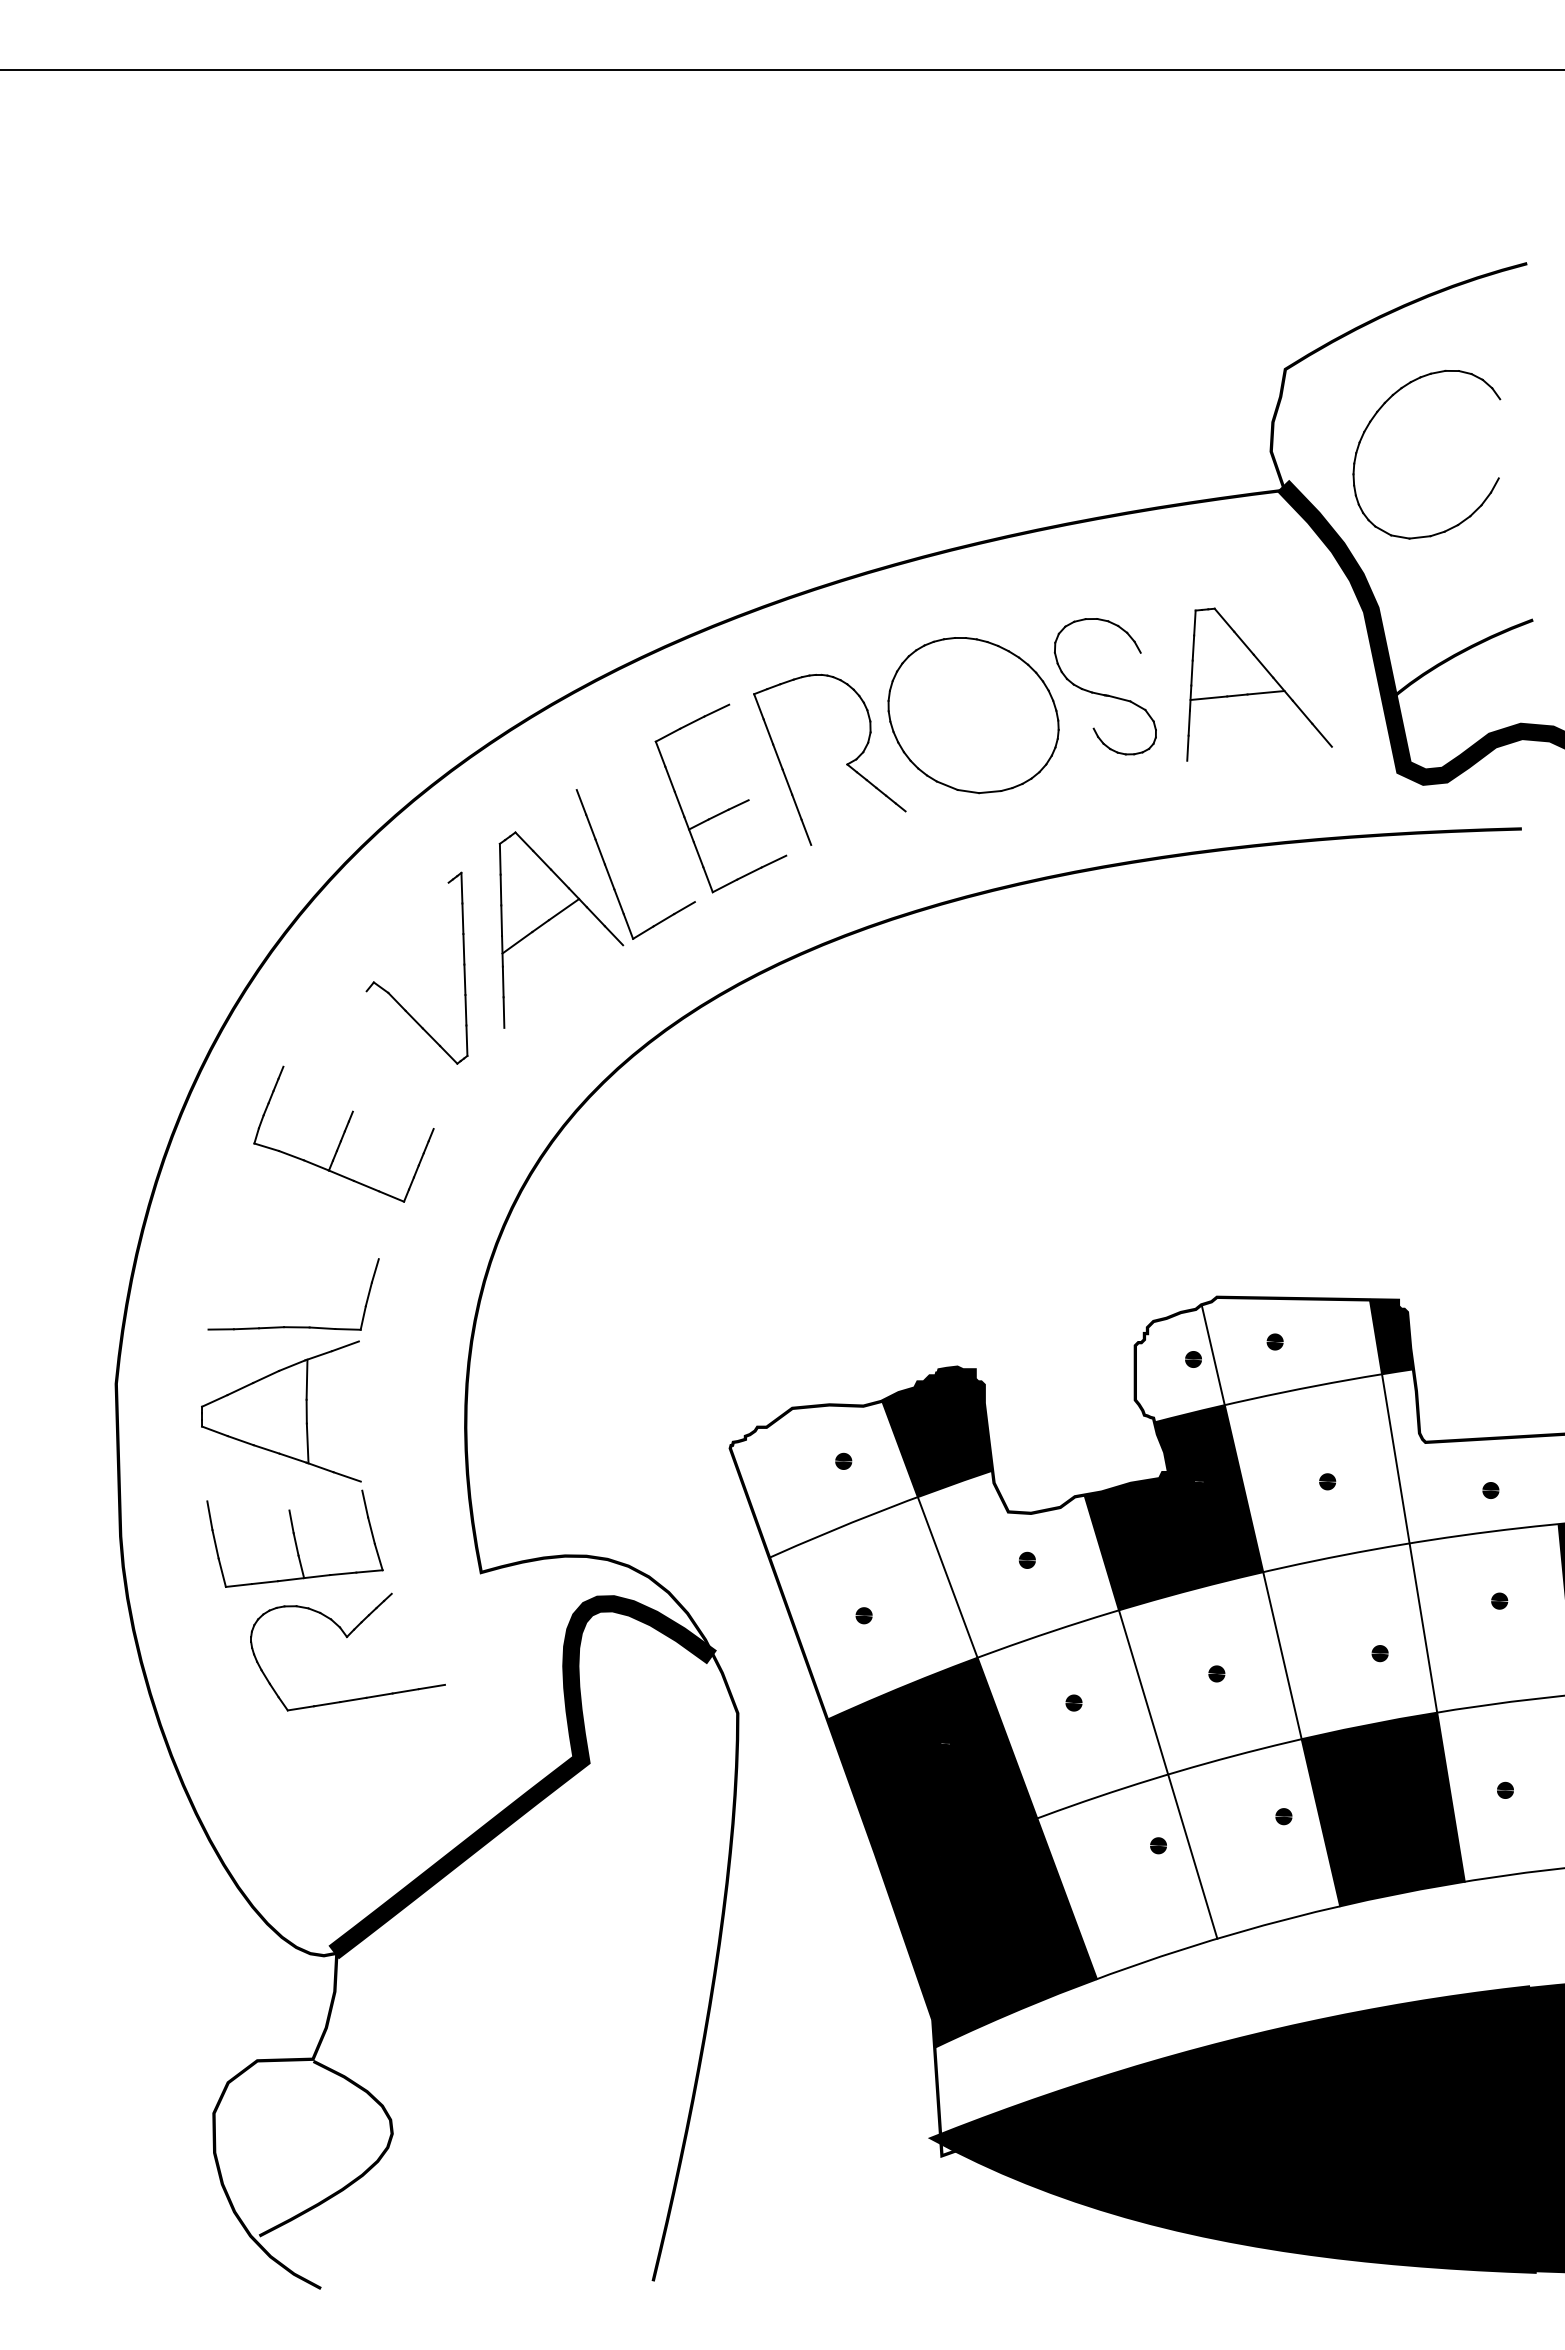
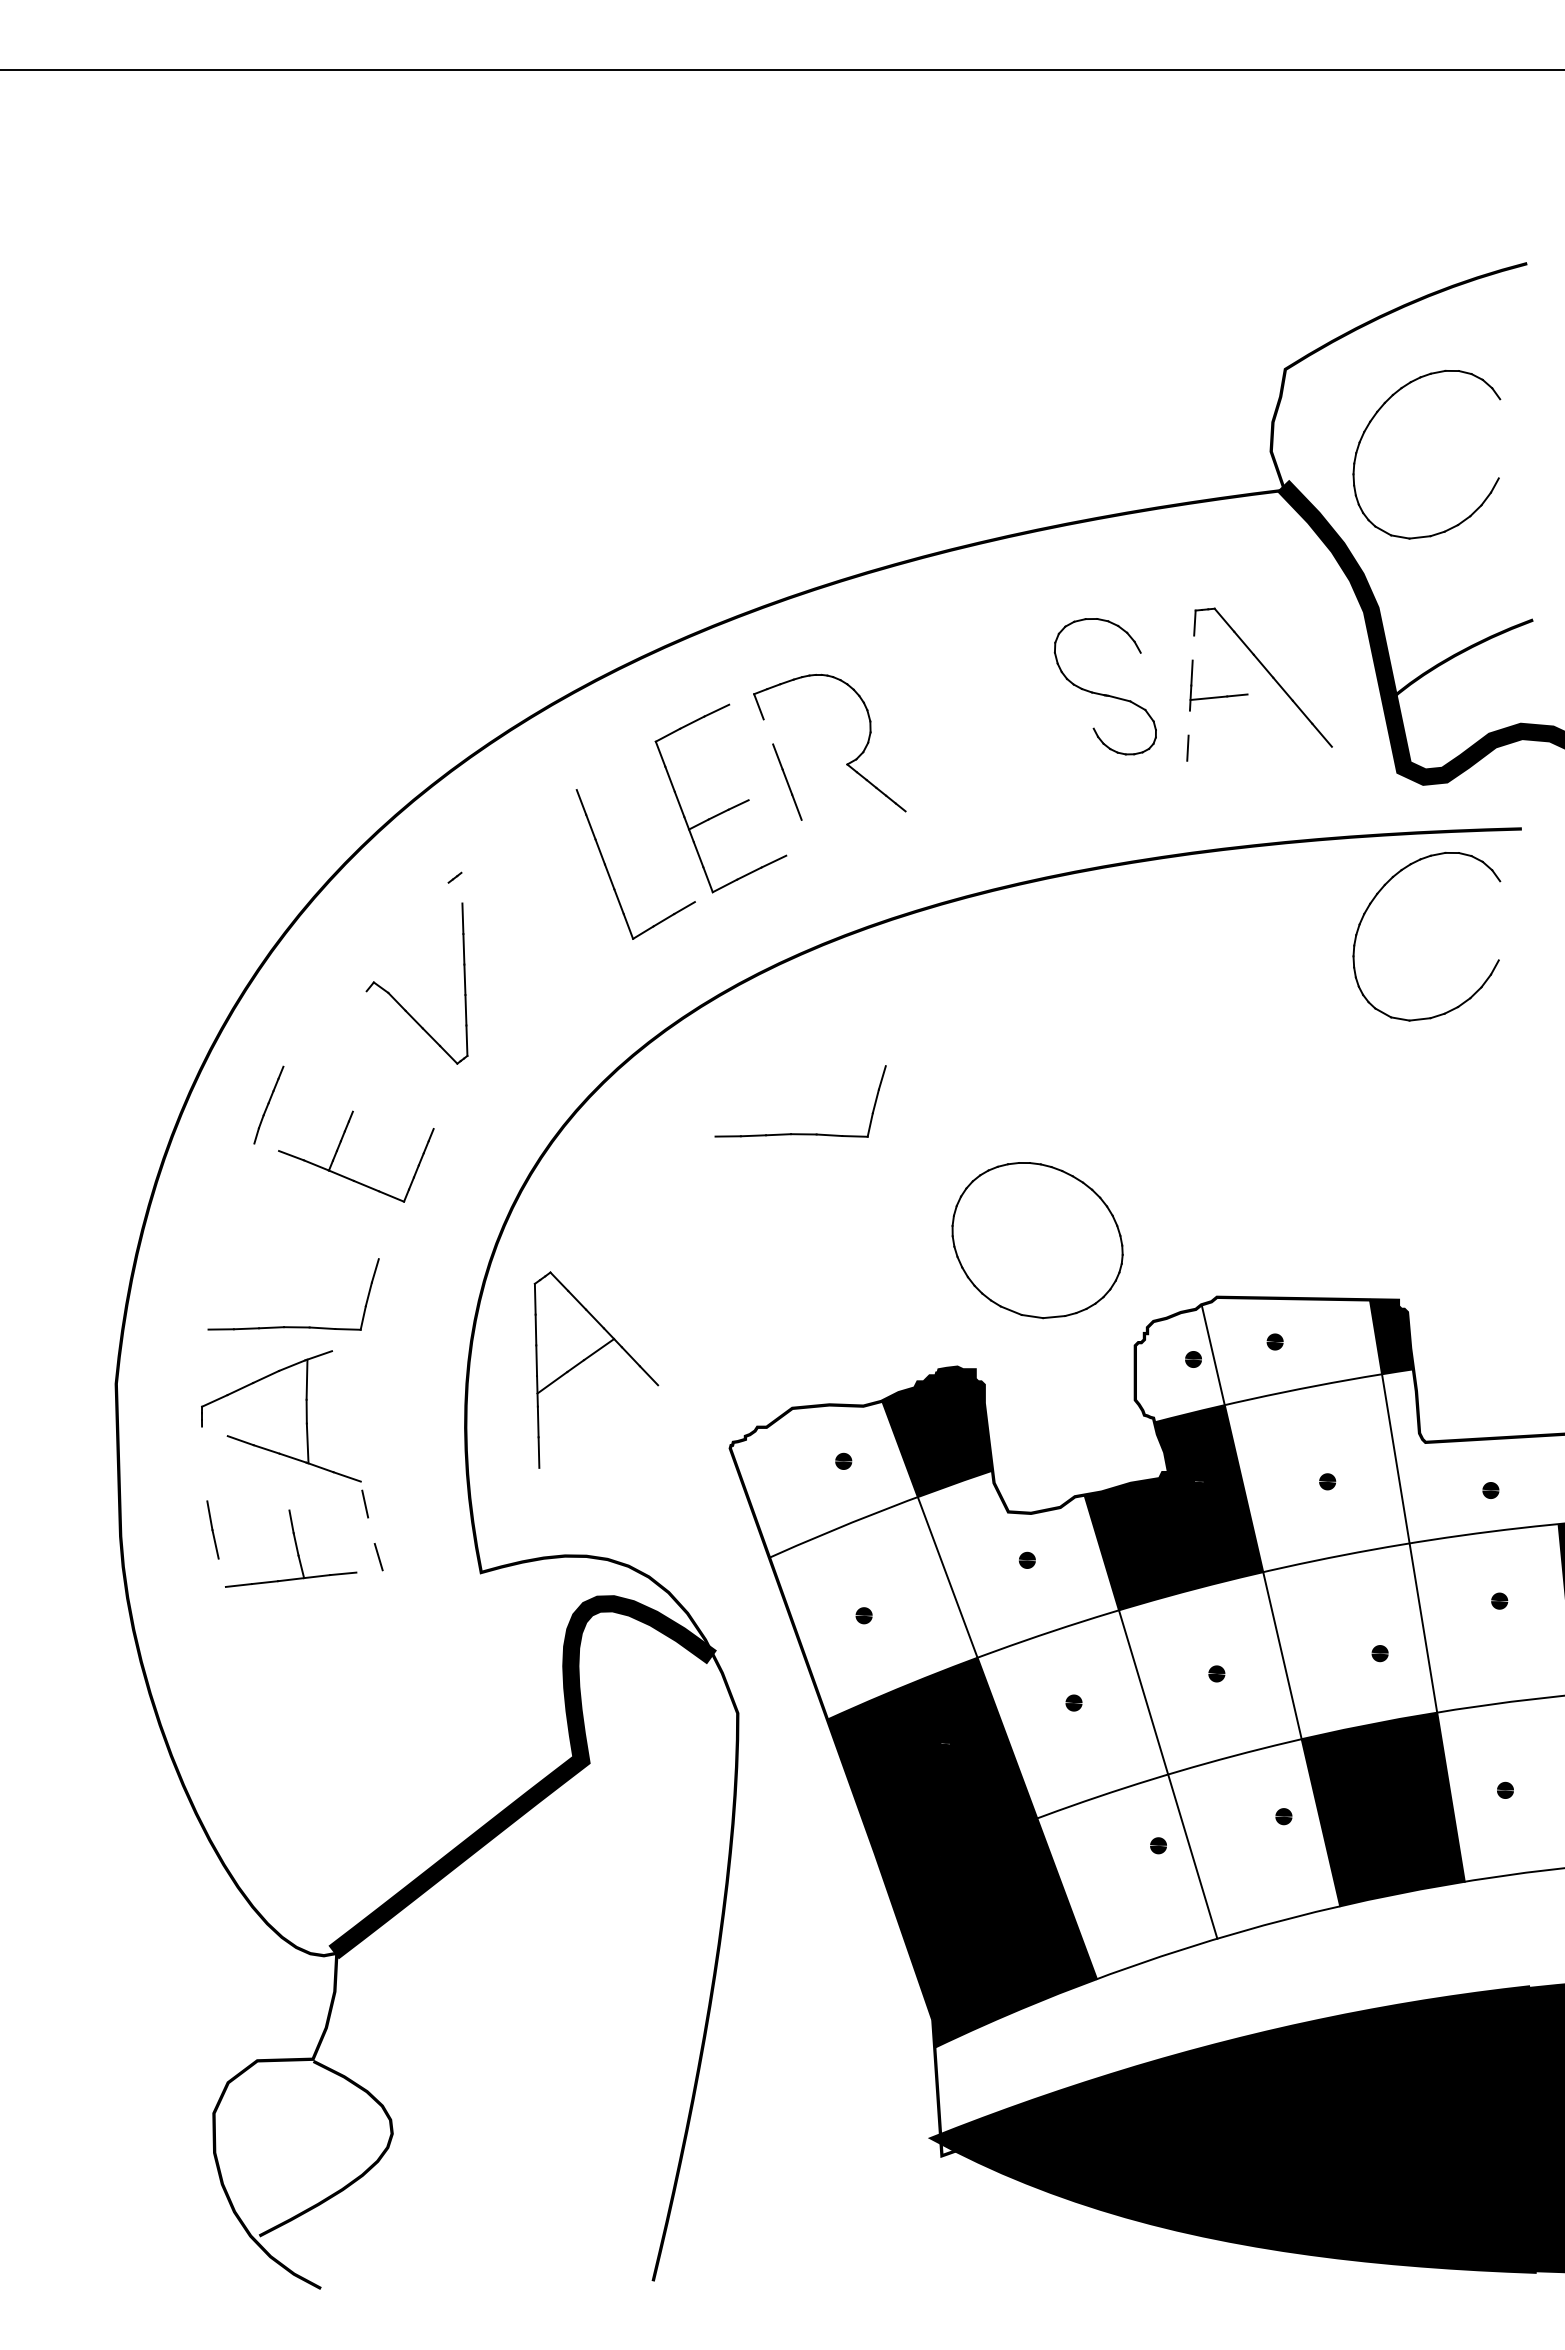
line at (1193, 647): present -> none
line at (1265, 692): present -> none
part at (973, 715) position: (973, 715) -> (1037, 1240)
line at (1188, 722): present -> none
line at (768, 731): present -> none
line at (806, 832): present -> none
line at (461, 887): present -> none
part at (1375, 898): none -> present
part at (553, 918) position: (553, 918) -> (588, 1358)
part at (800, 1133): none -> present
line at (266, 1147): present -> none
line at (345, 1346): present -> none
line at (214, 1431): present -> none
line at (371, 1530): present -> none
line at (369, 1571): present -> none
line at (221, 1572): present -> none
part at (346, 1638): present -> none
